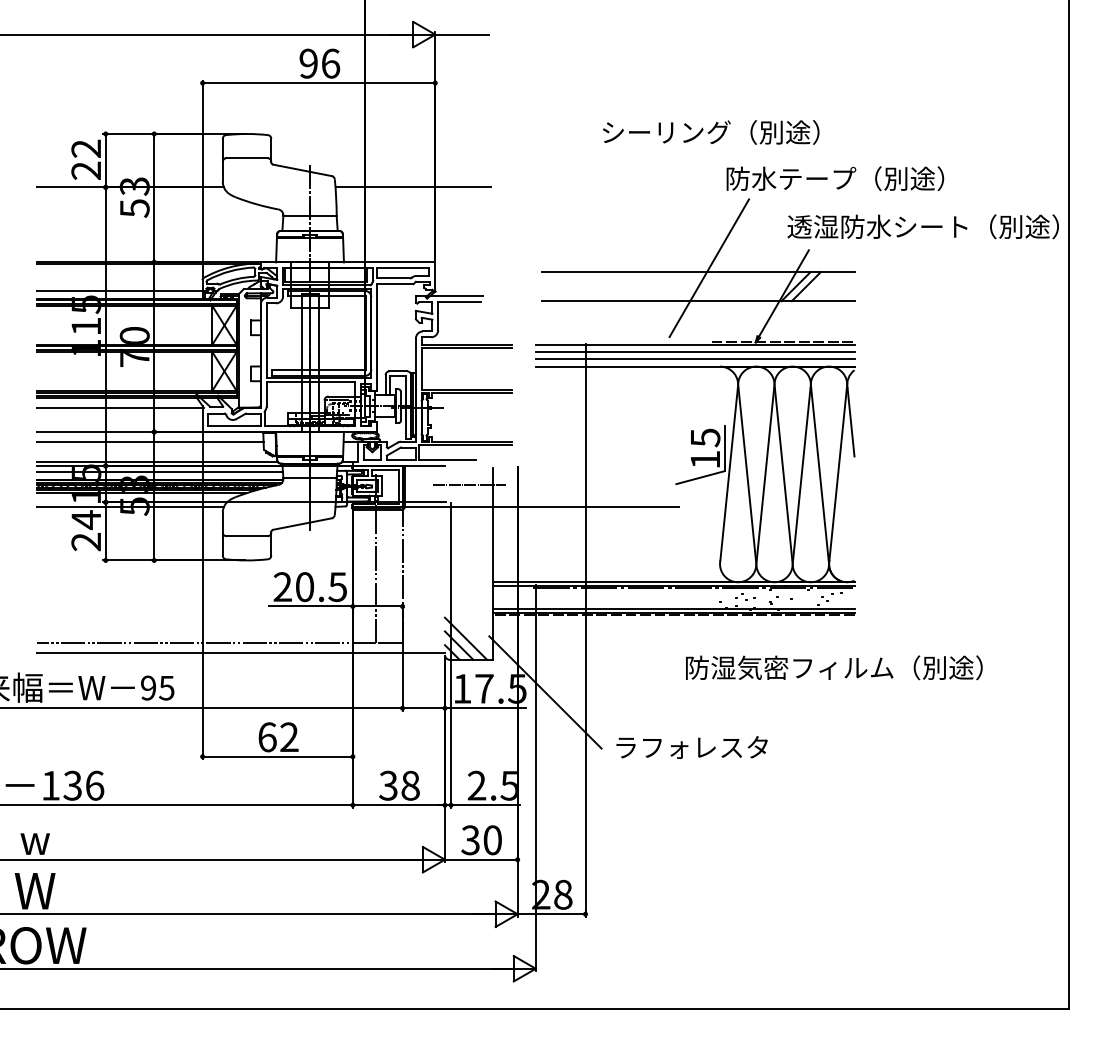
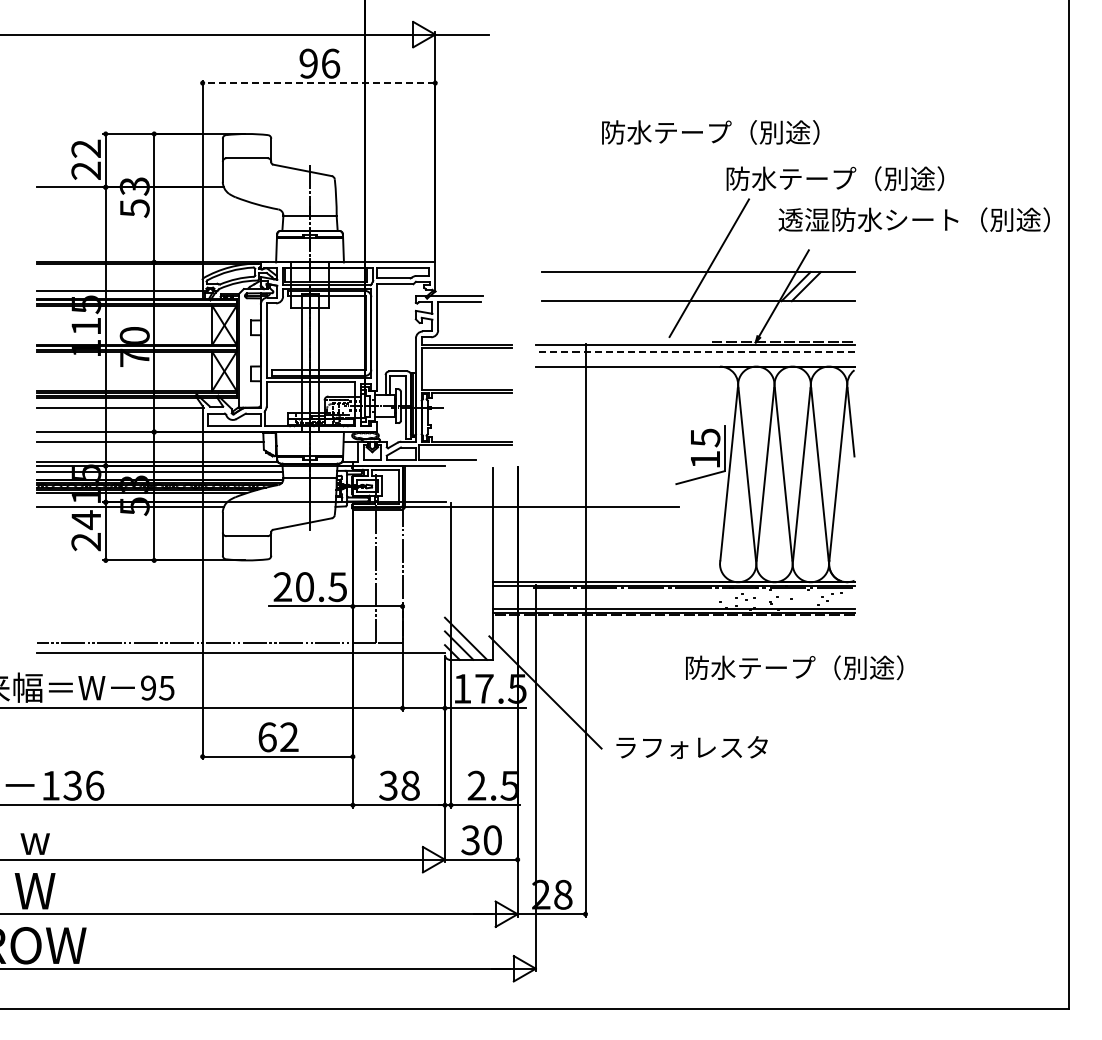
line at (318, 83): solid -> dashed
text at (666, 132): シーリング（別途） -> 防水テープ（別途）
line at (412, 187): present -> none
text at (922, 226) position: (922, 226) -> (913, 219)
line at (694, 352): solid -> dashed
line at (694, 359): present -> none
line at (468, 485): present -> none
text at (846, 667): 防湿気密フィルム（別途） -> 防水テープ（別途）
